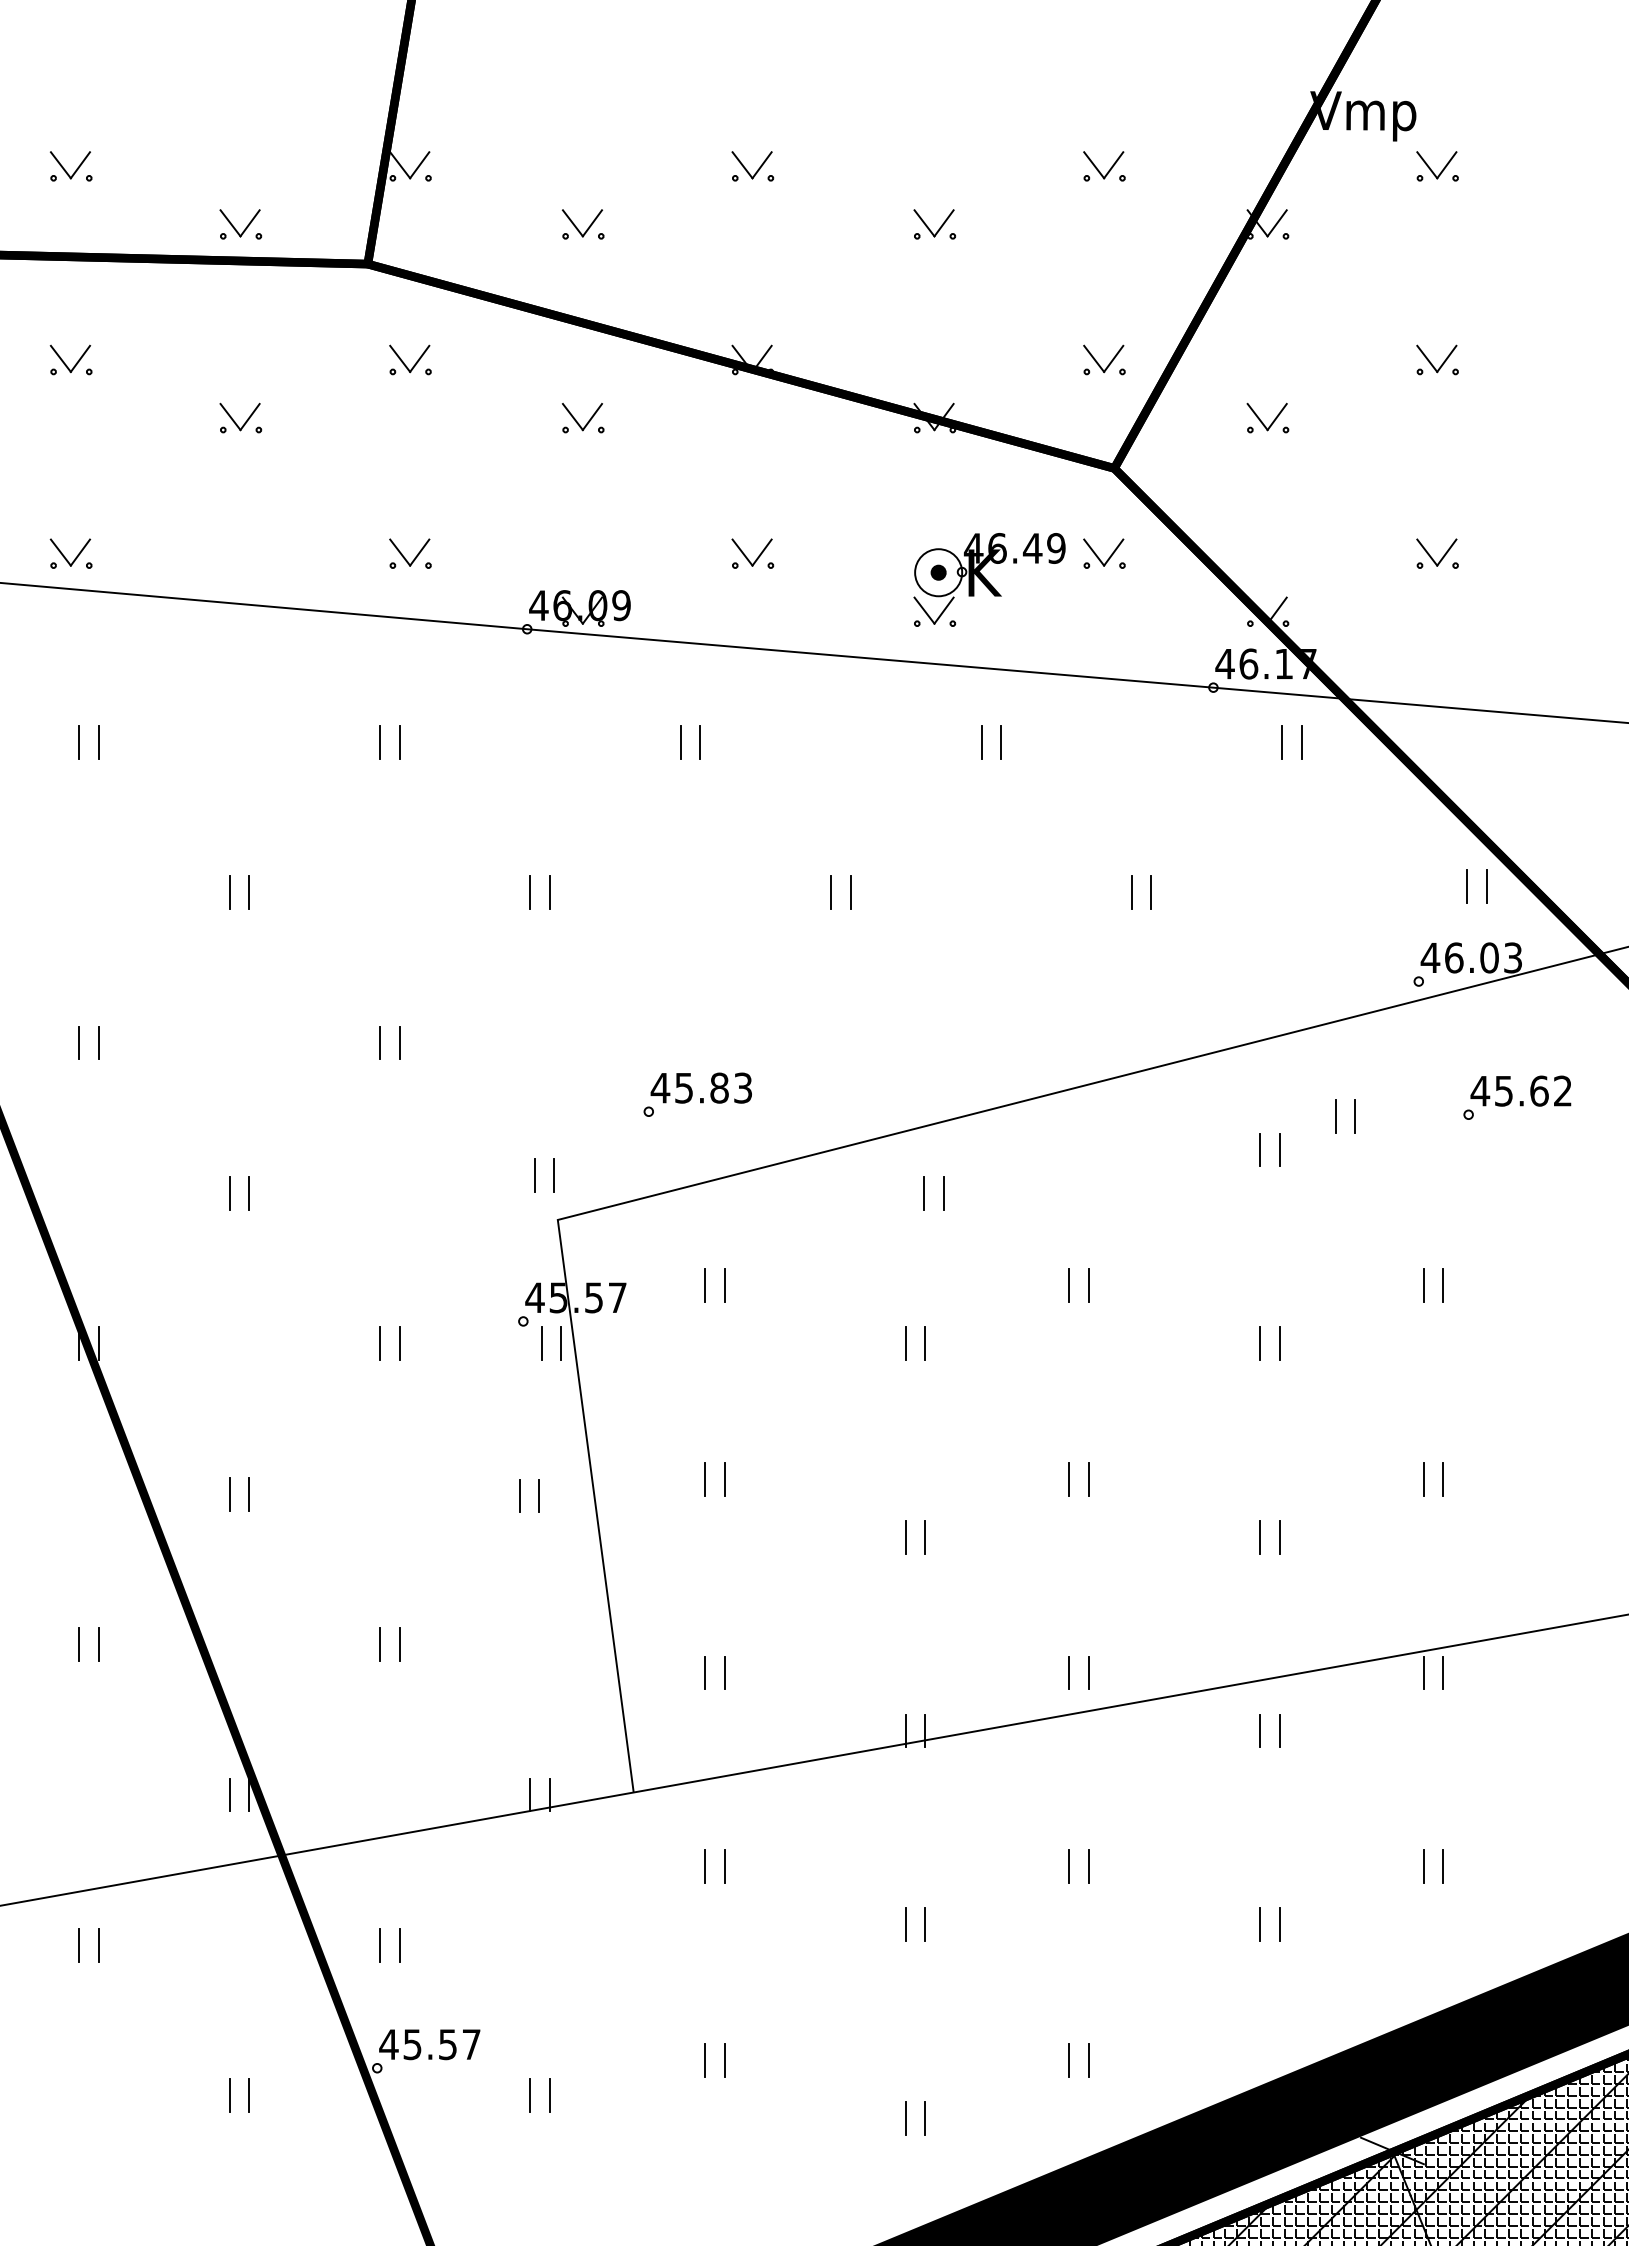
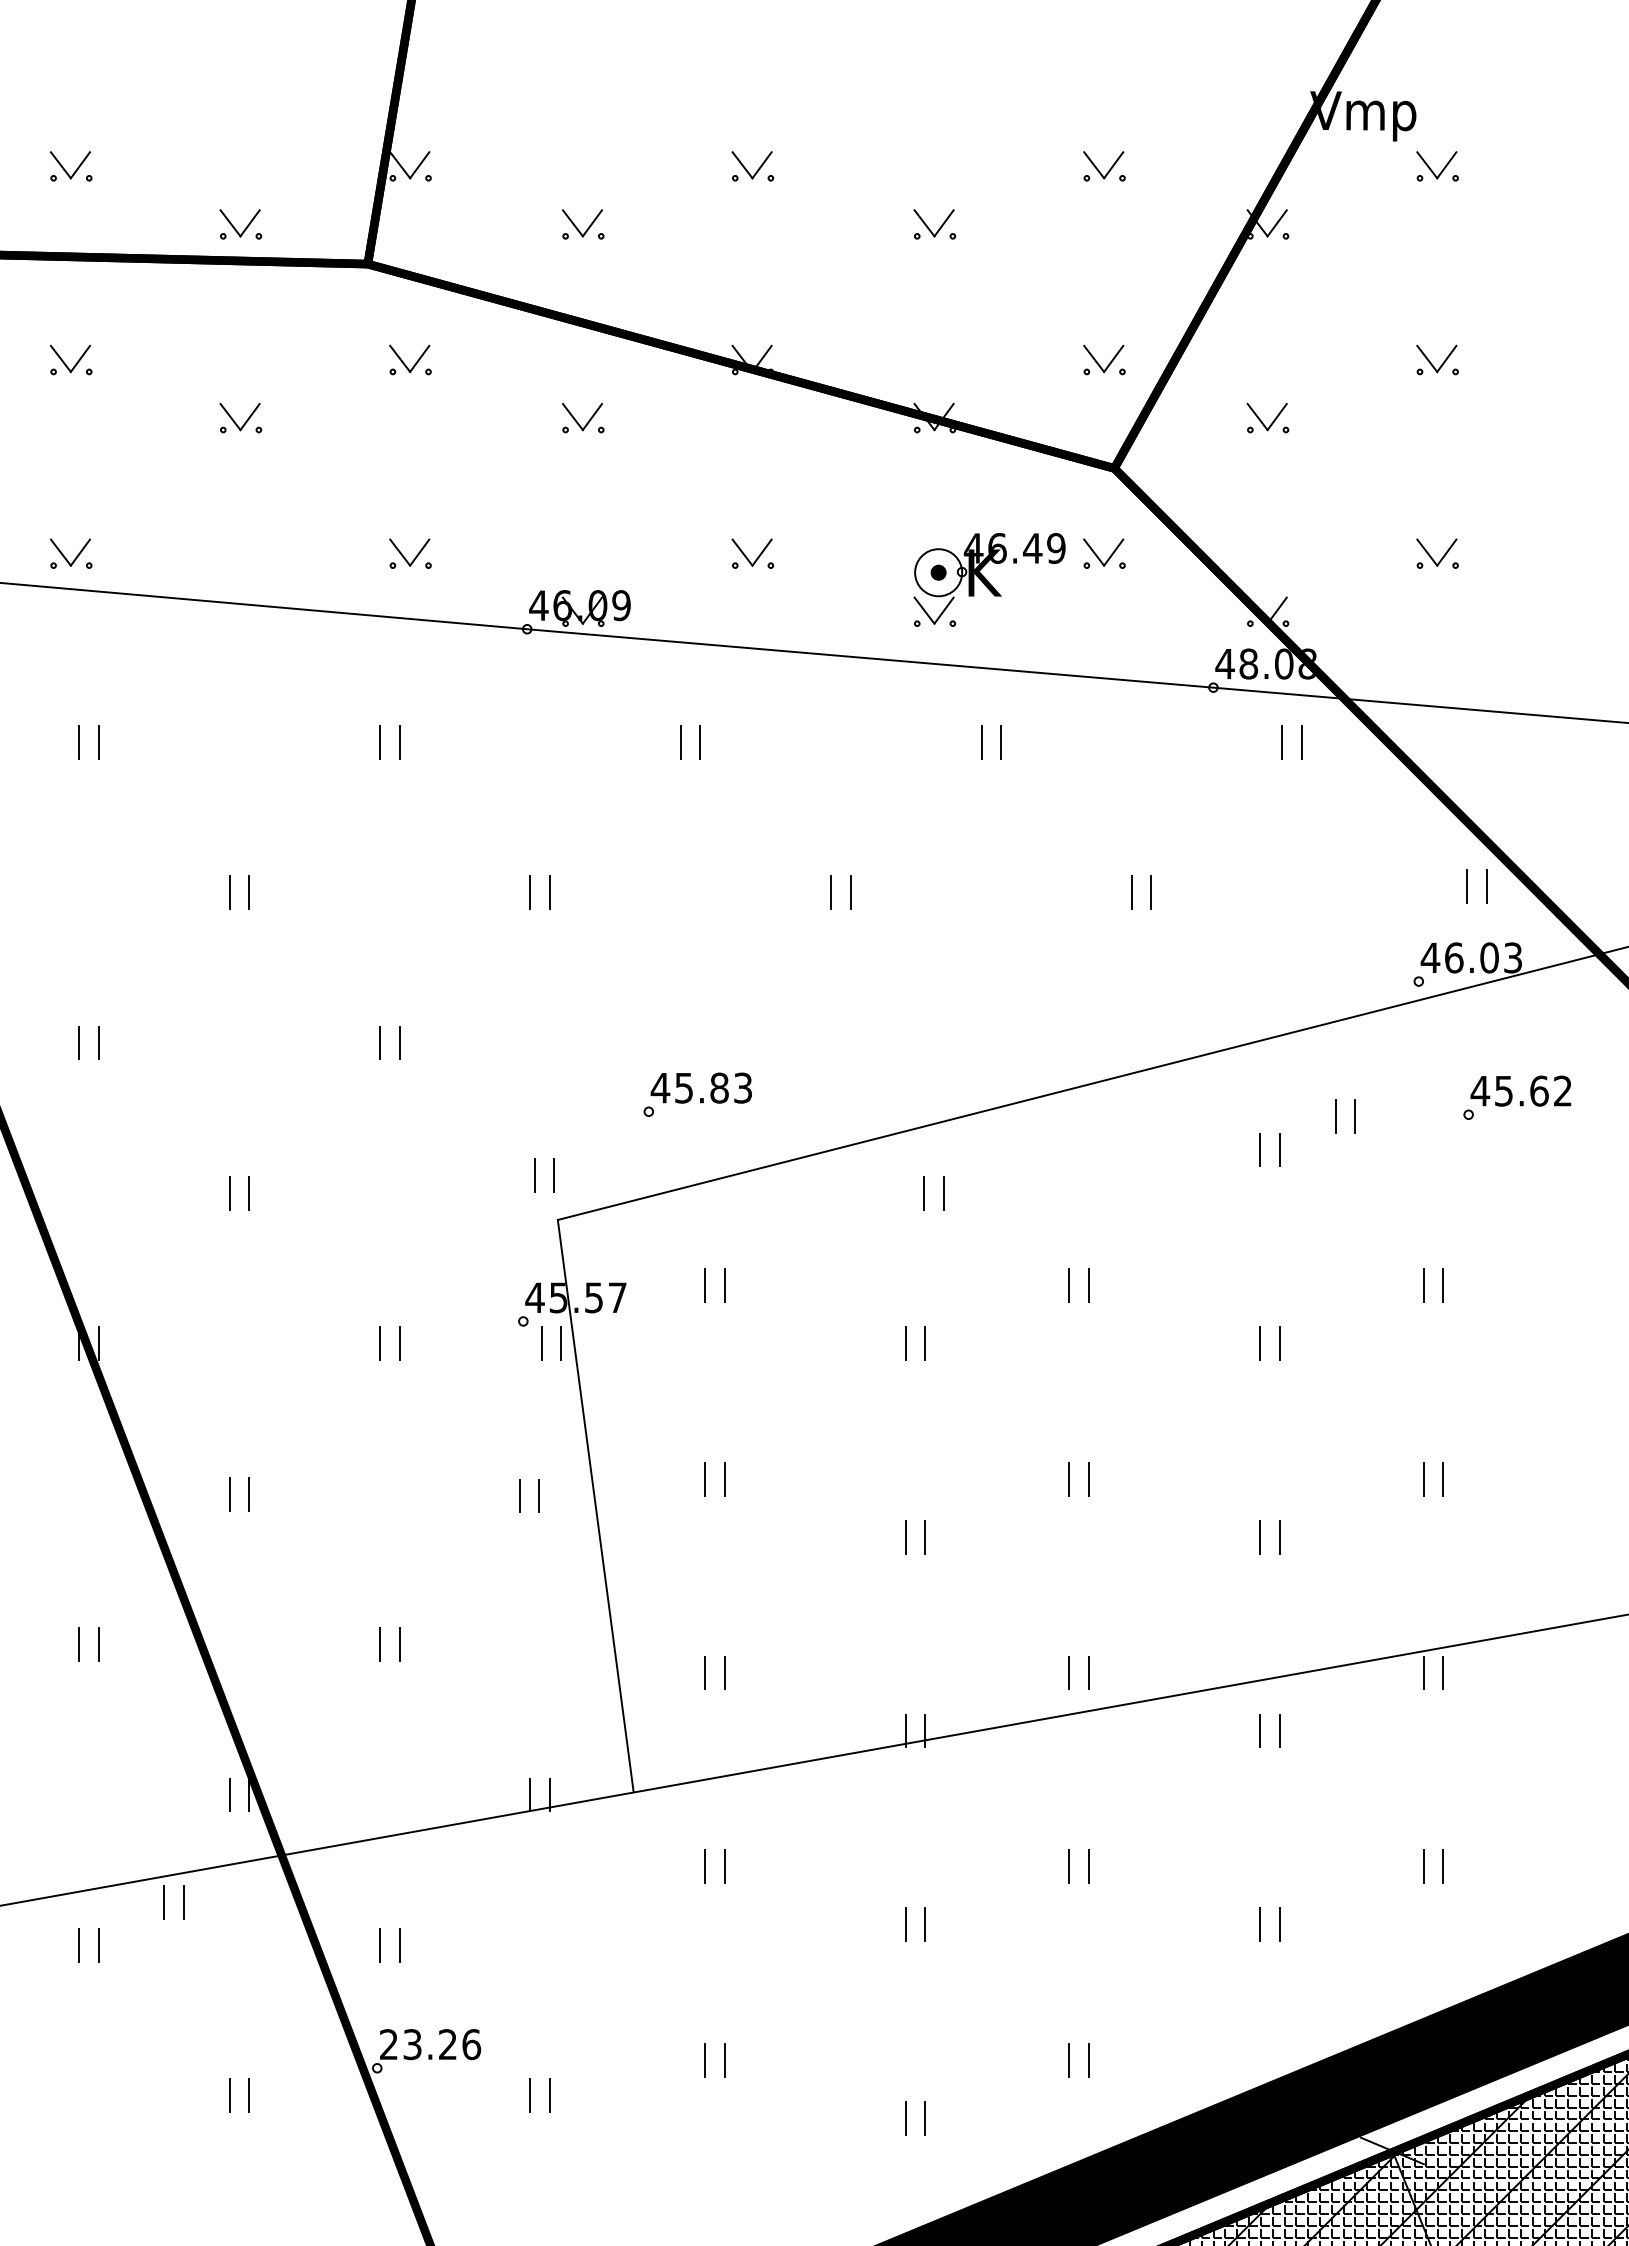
text at (1277, 663): 46.17 -> 48.08
part at (164, 1902): none -> present
text at (430, 2044): 45.57 -> 23.26
